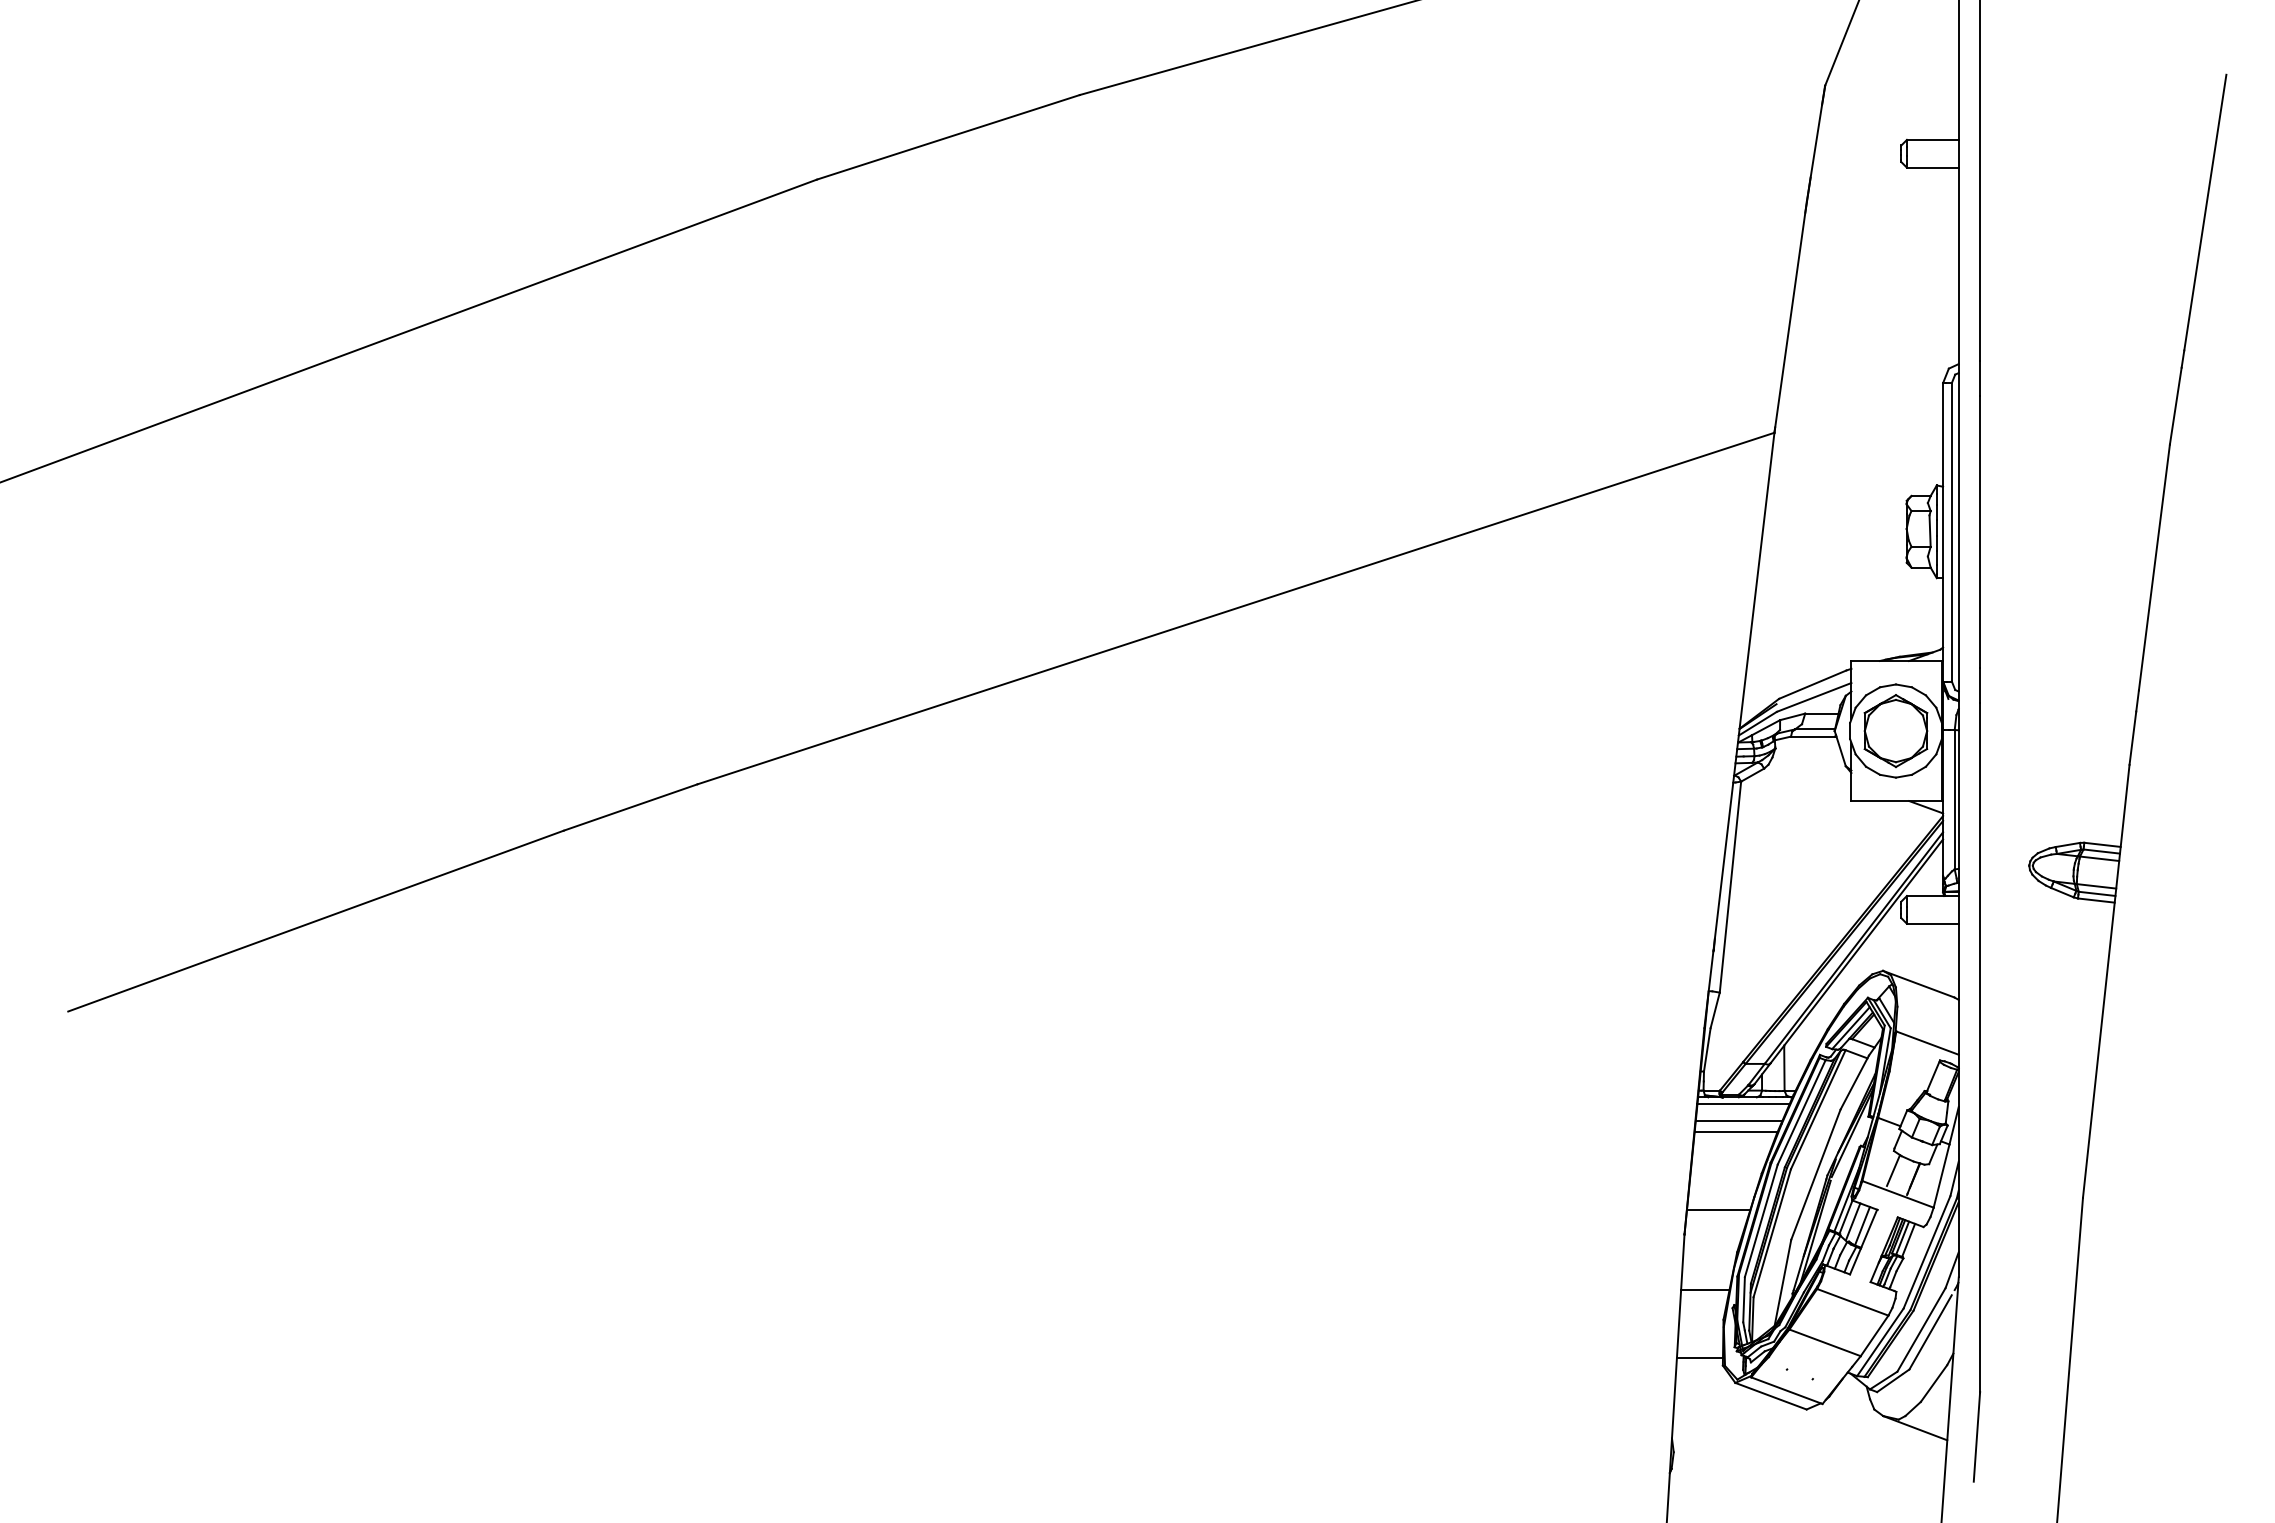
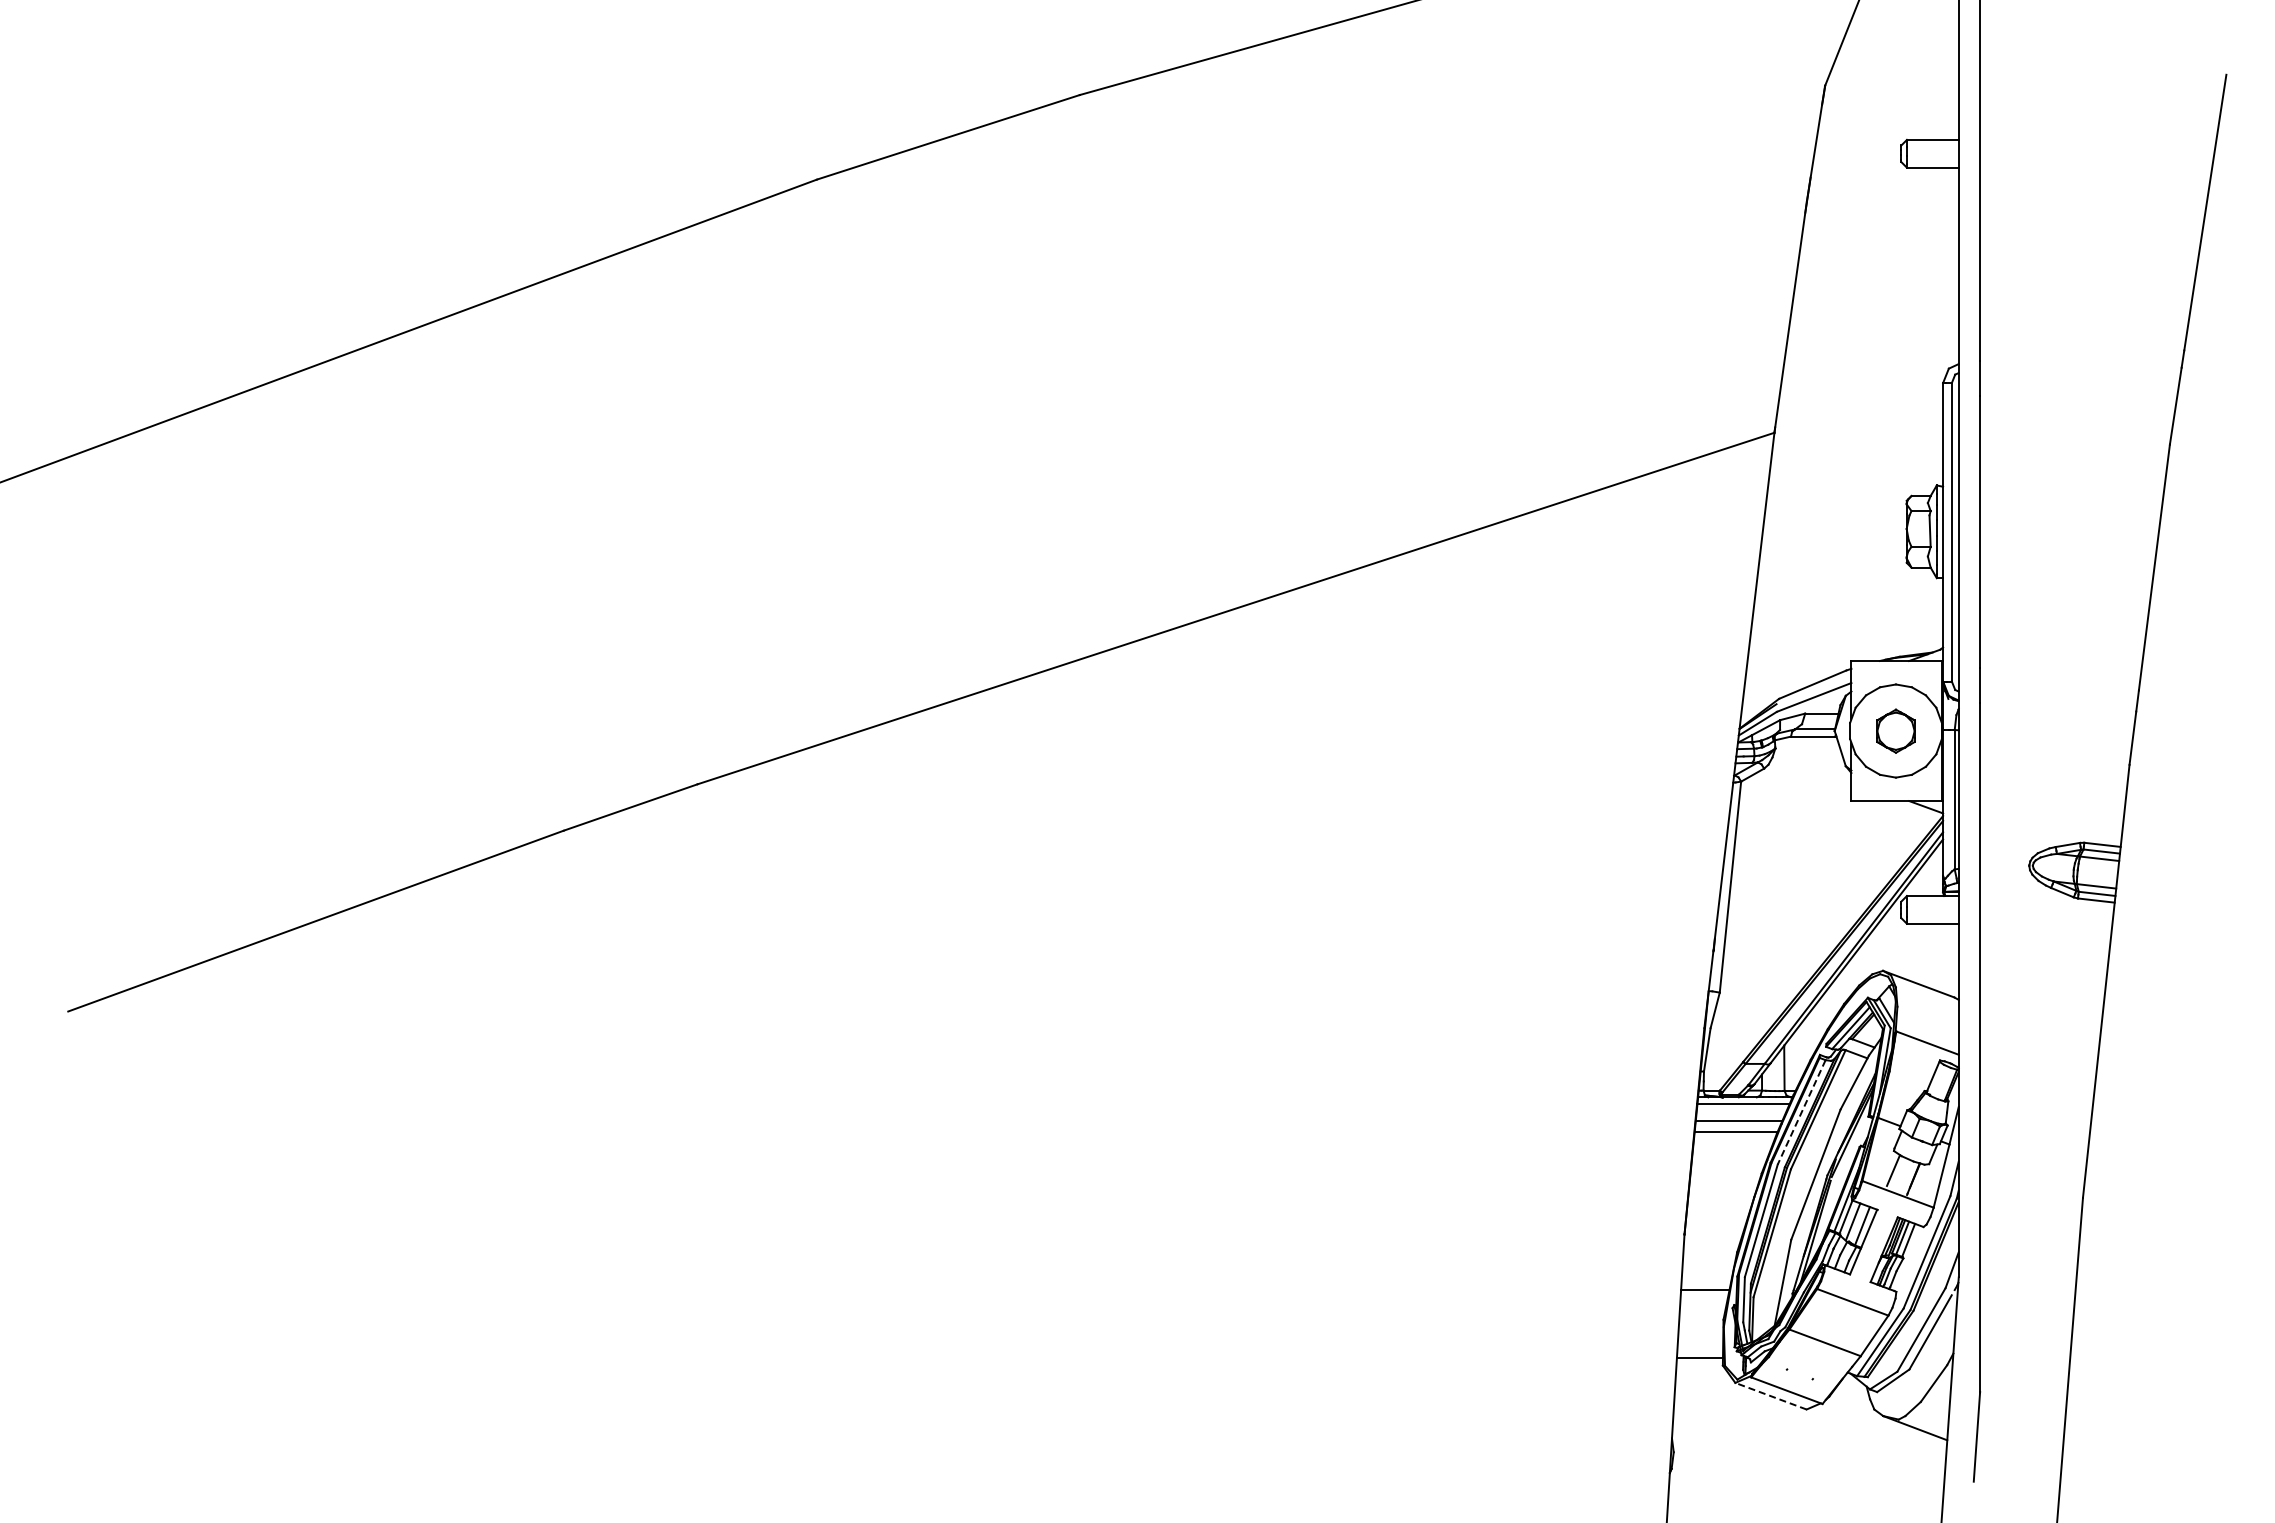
part at (1895, 731) size: 66x75 px -> 40x46 px
line at (1801, 1112): solid -> dashed
line at (1718, 1209): present -> none
line at (1770, 1396): solid -> dashed
